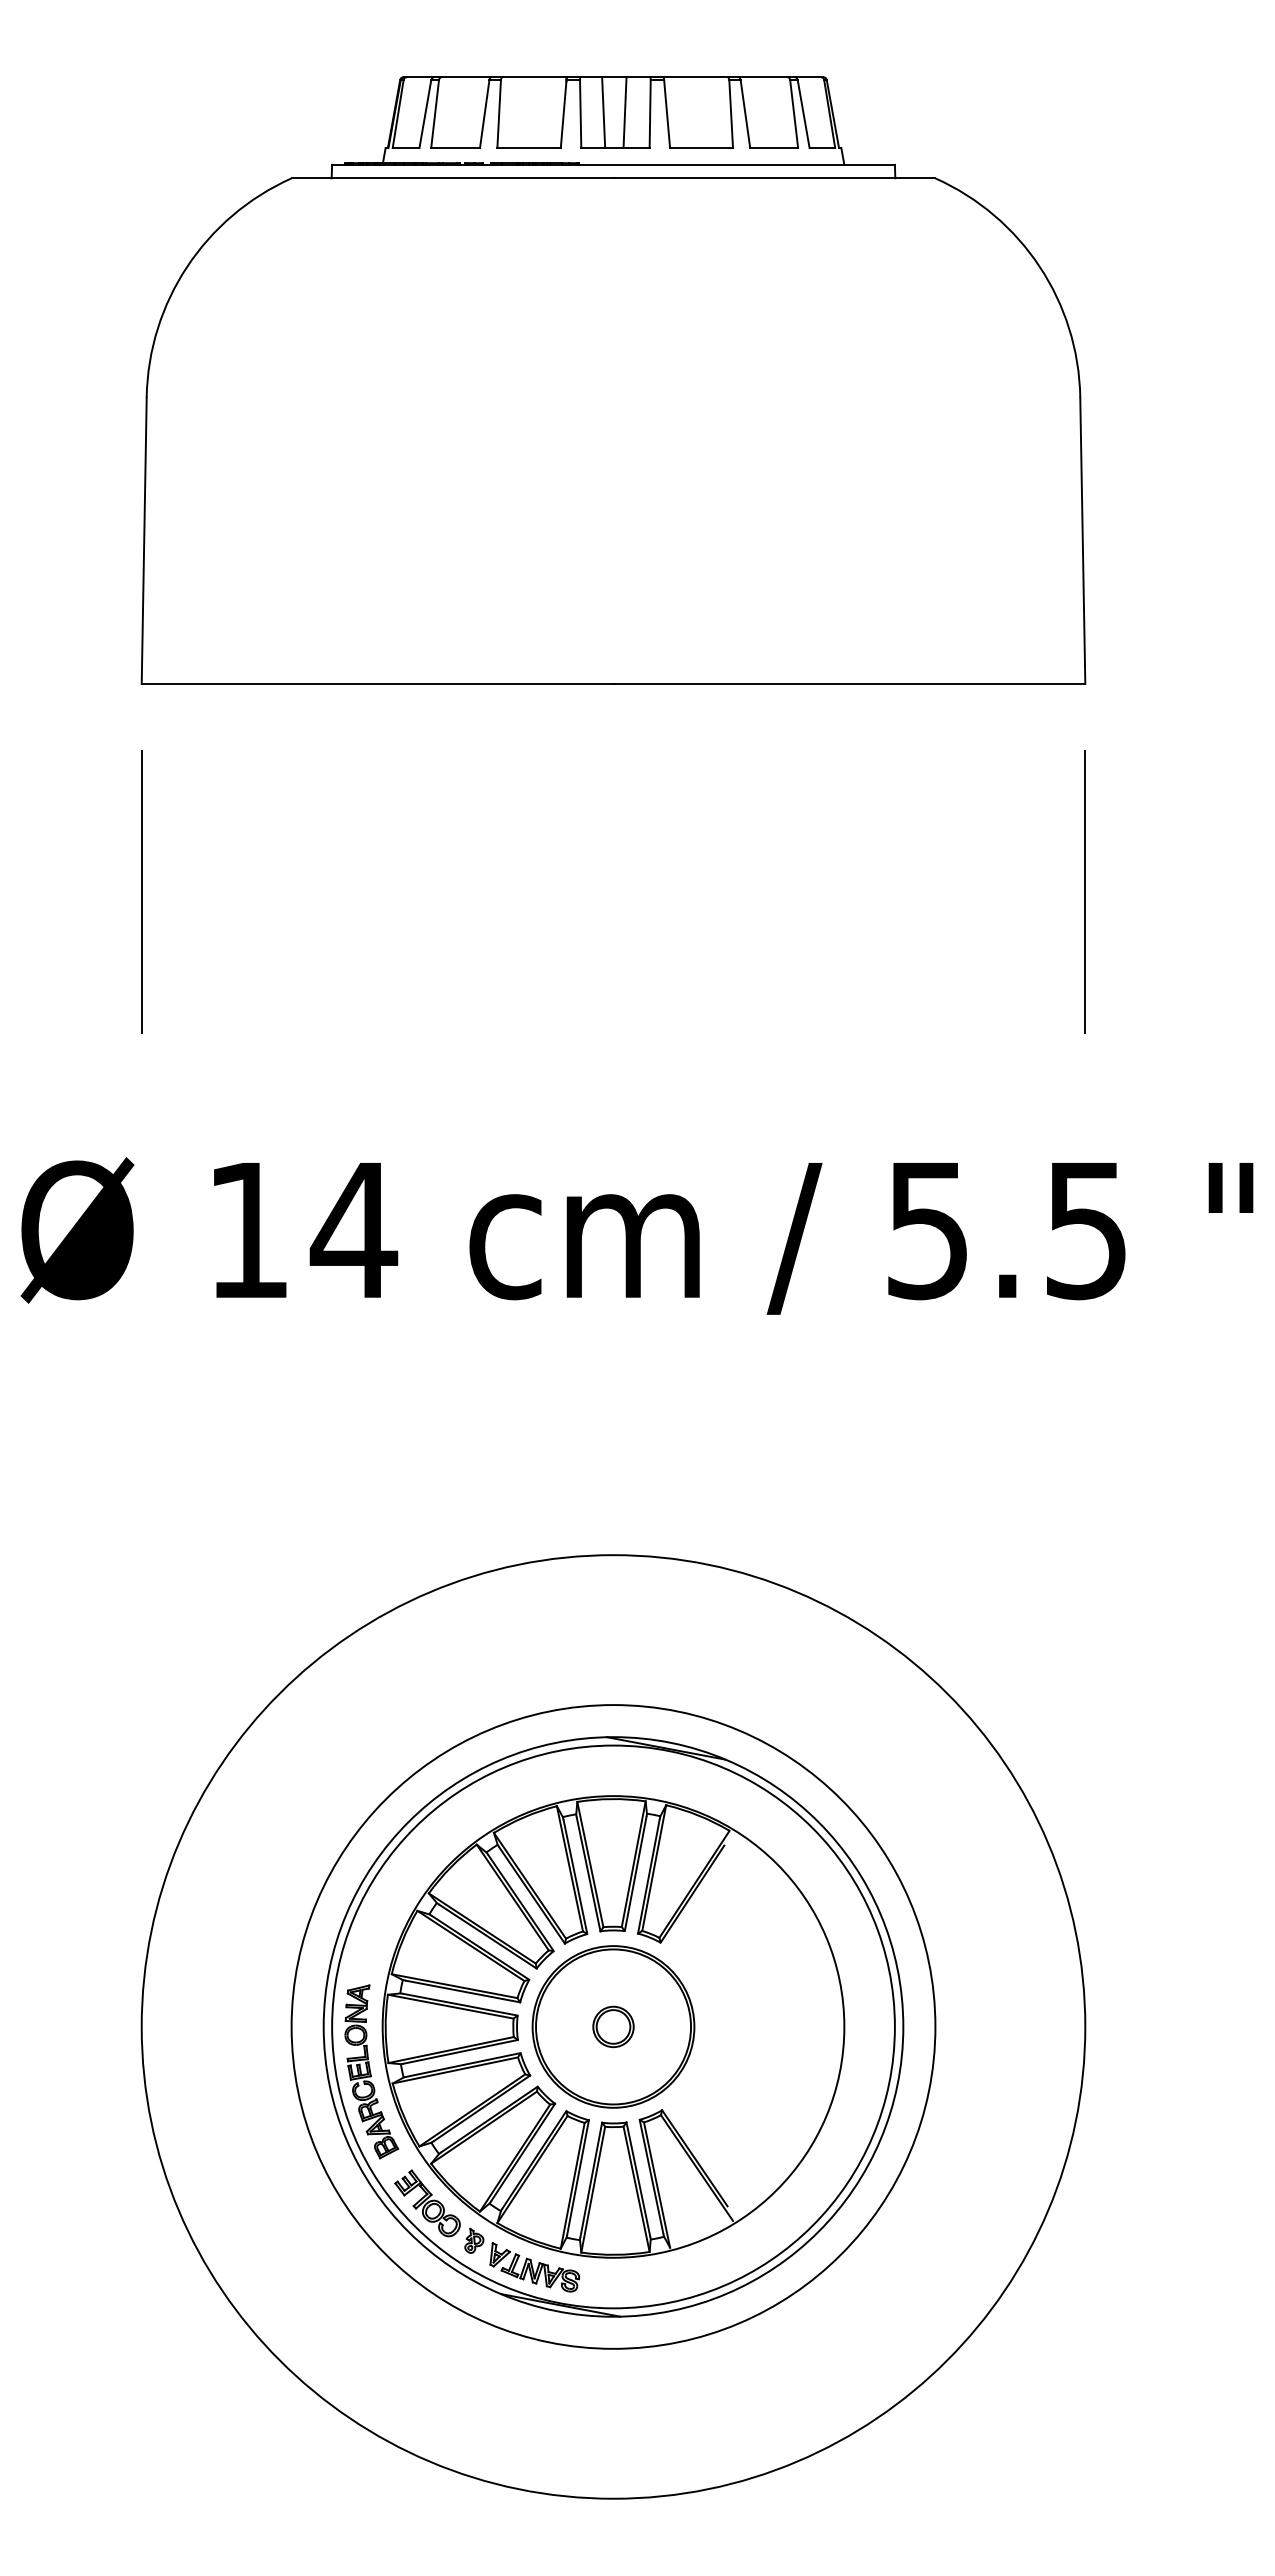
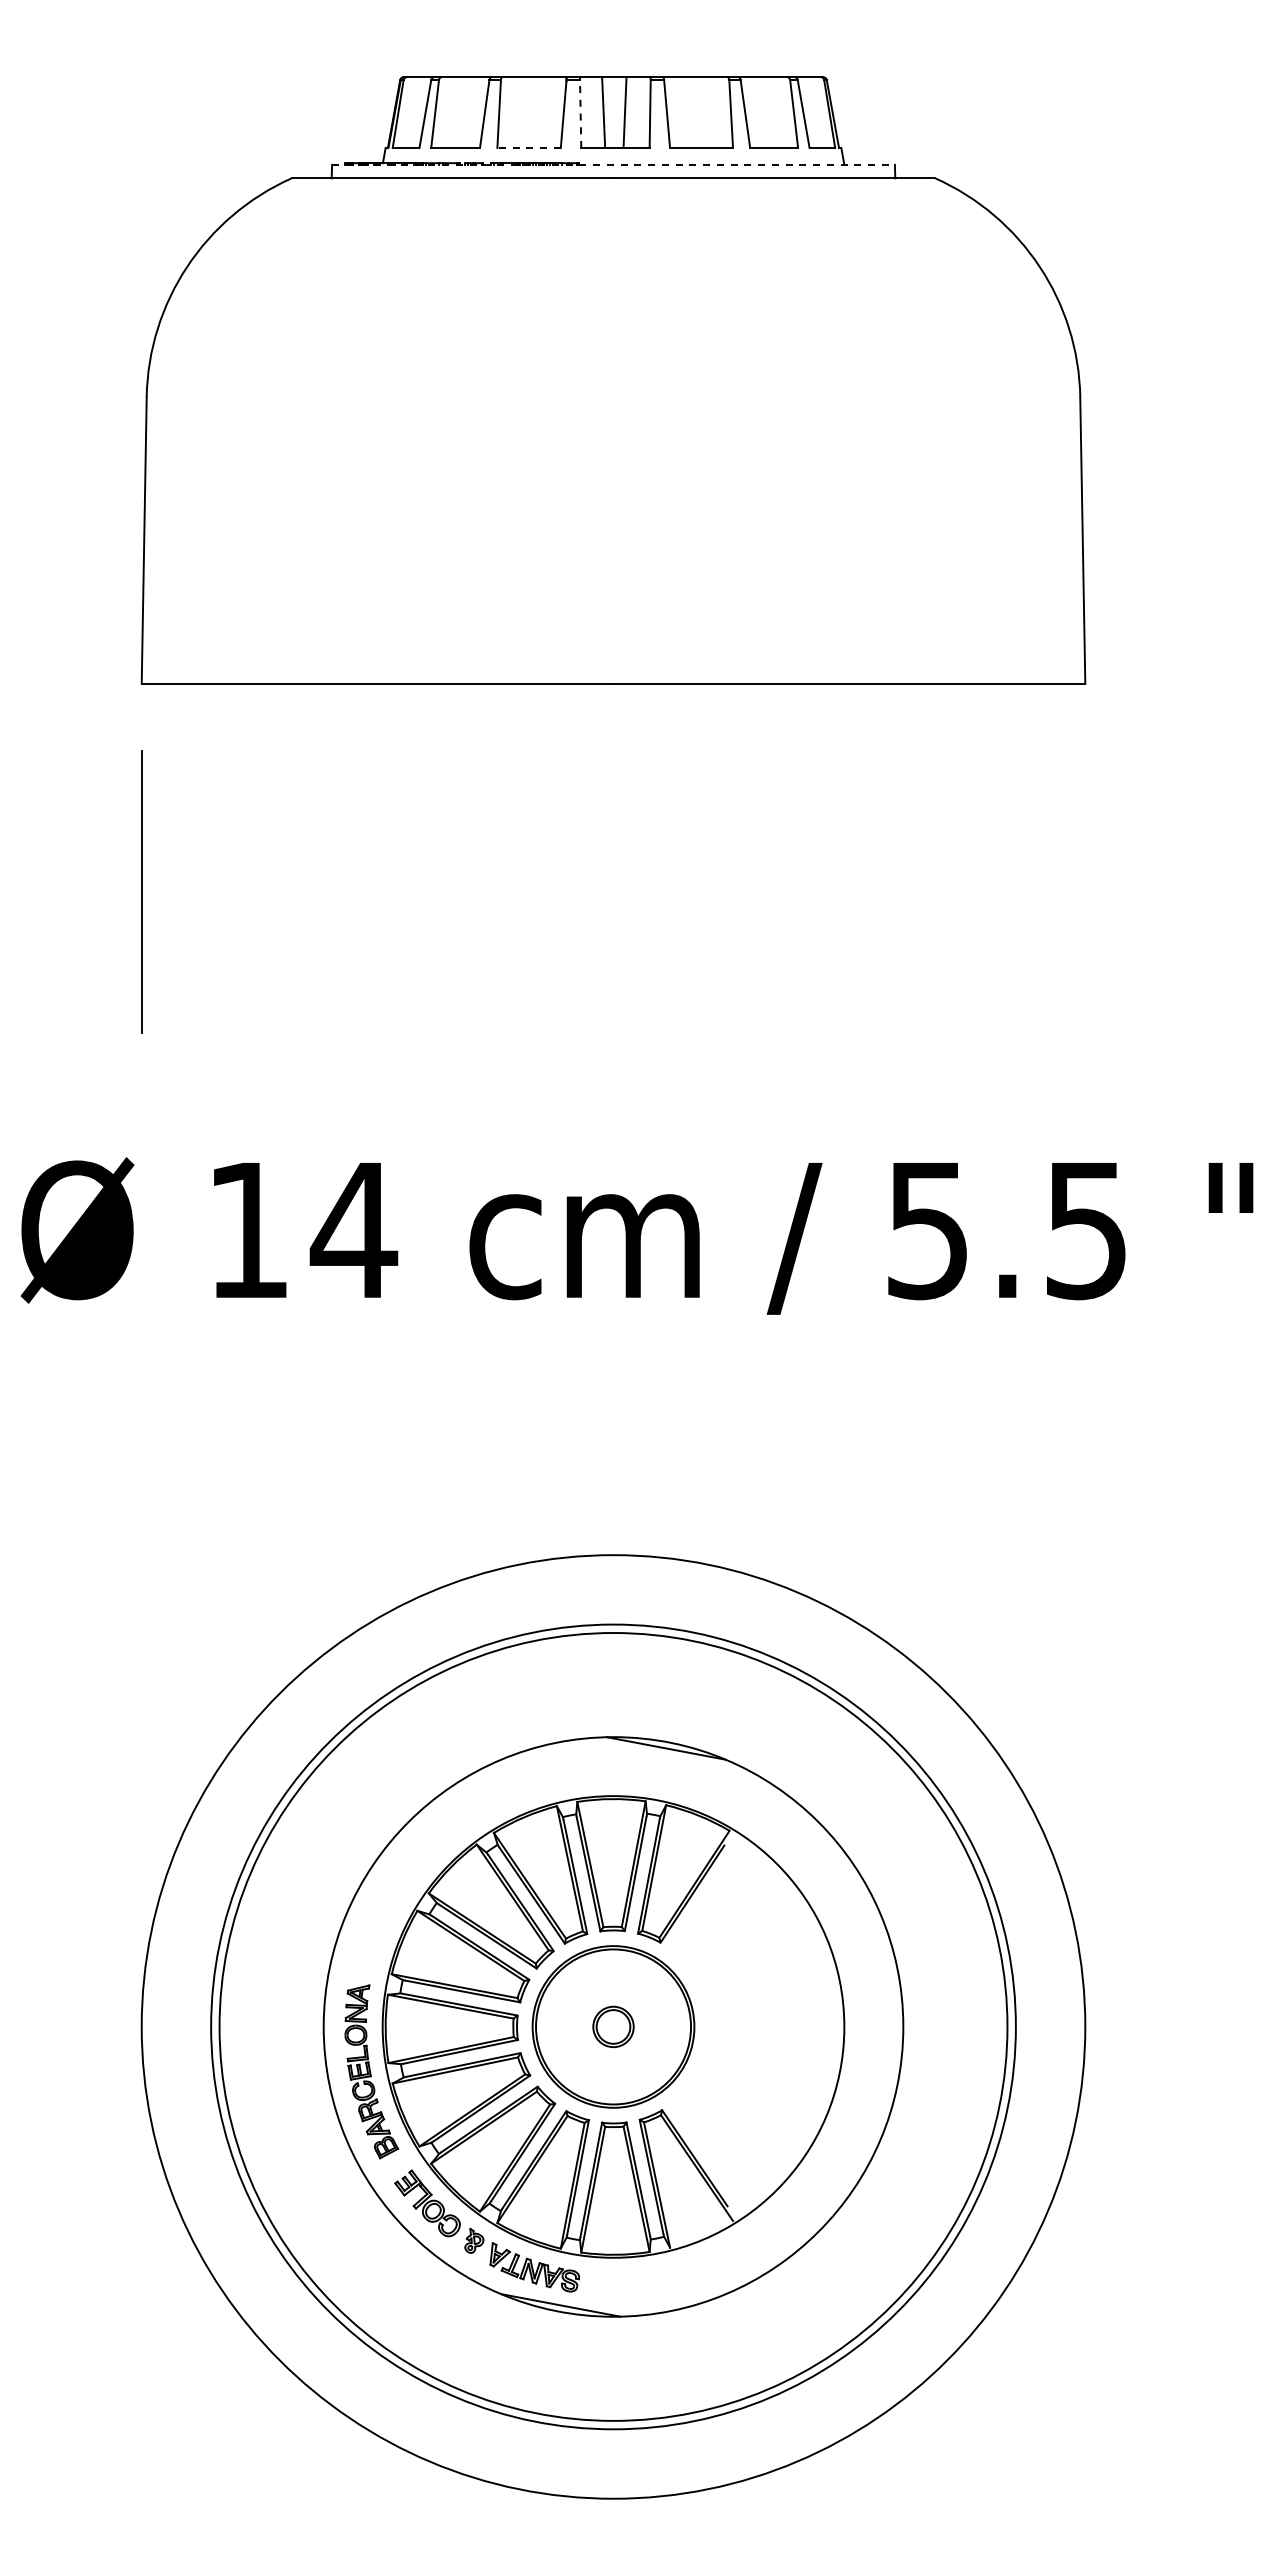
line at (580, 114): solid -> dashed
line at (529, 148): solid -> dashed
line at (614, 164): solid -> dashed
line at (1084, 891): present -> none
circle at (613, 2026) diameter: 563 px -> 788 px
circle at (613, 2026) diameter: 644 px -> 805 px
